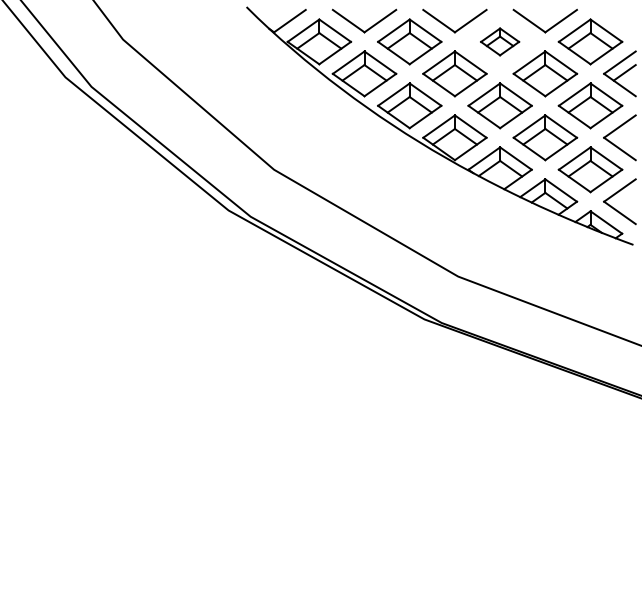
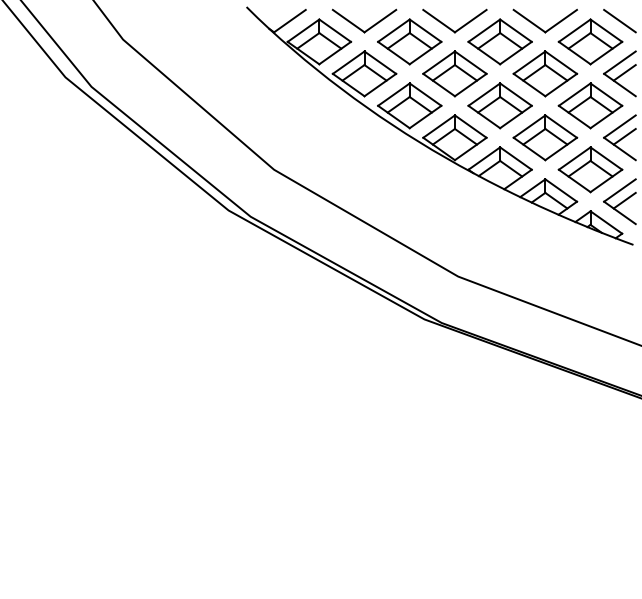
line at (619, 20): none -> present
part at (500, 41) size: 41x30 px -> 66x48 px
line at (624, 136): none -> present
line at (624, 200): none -> present
